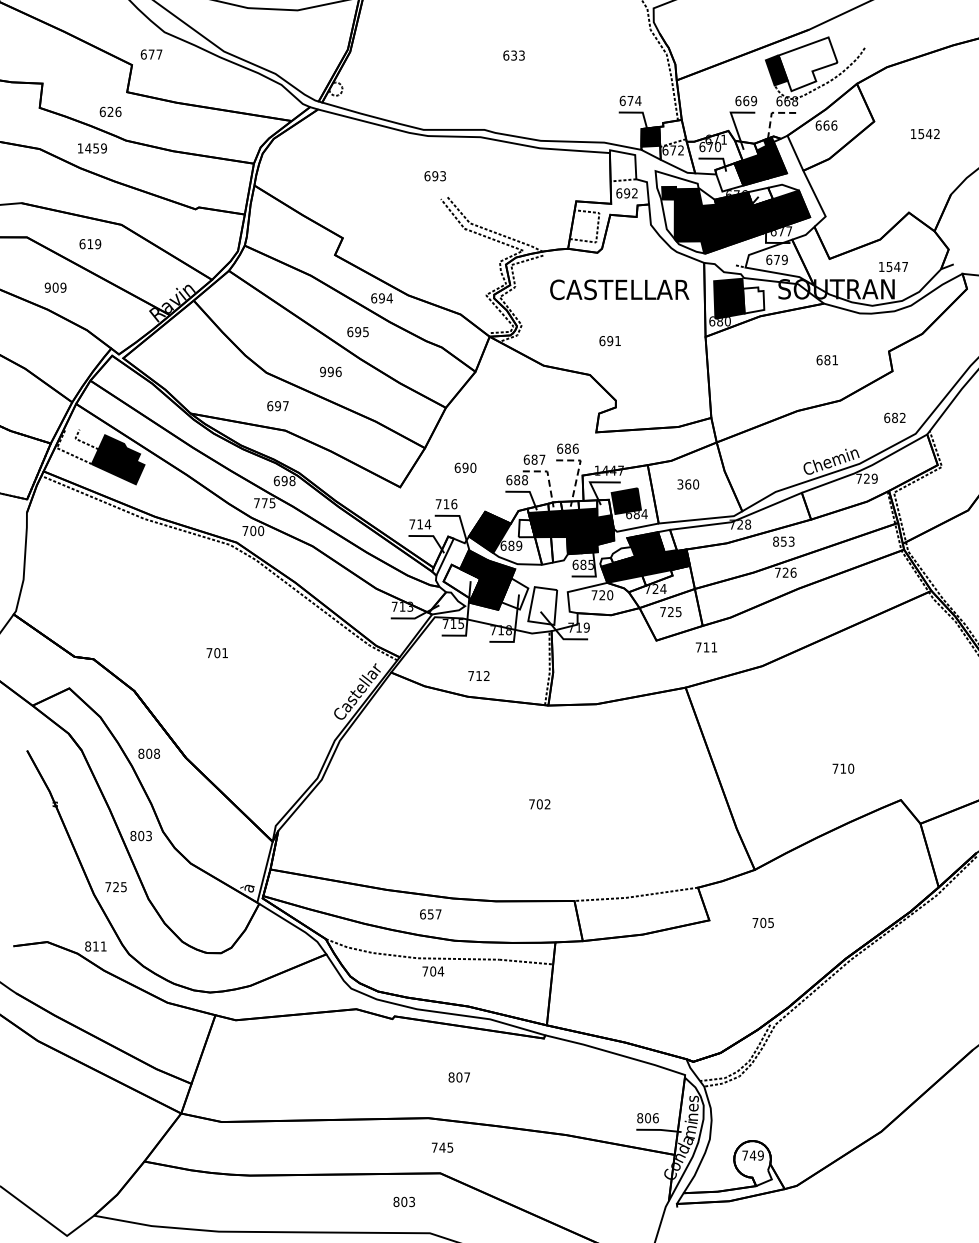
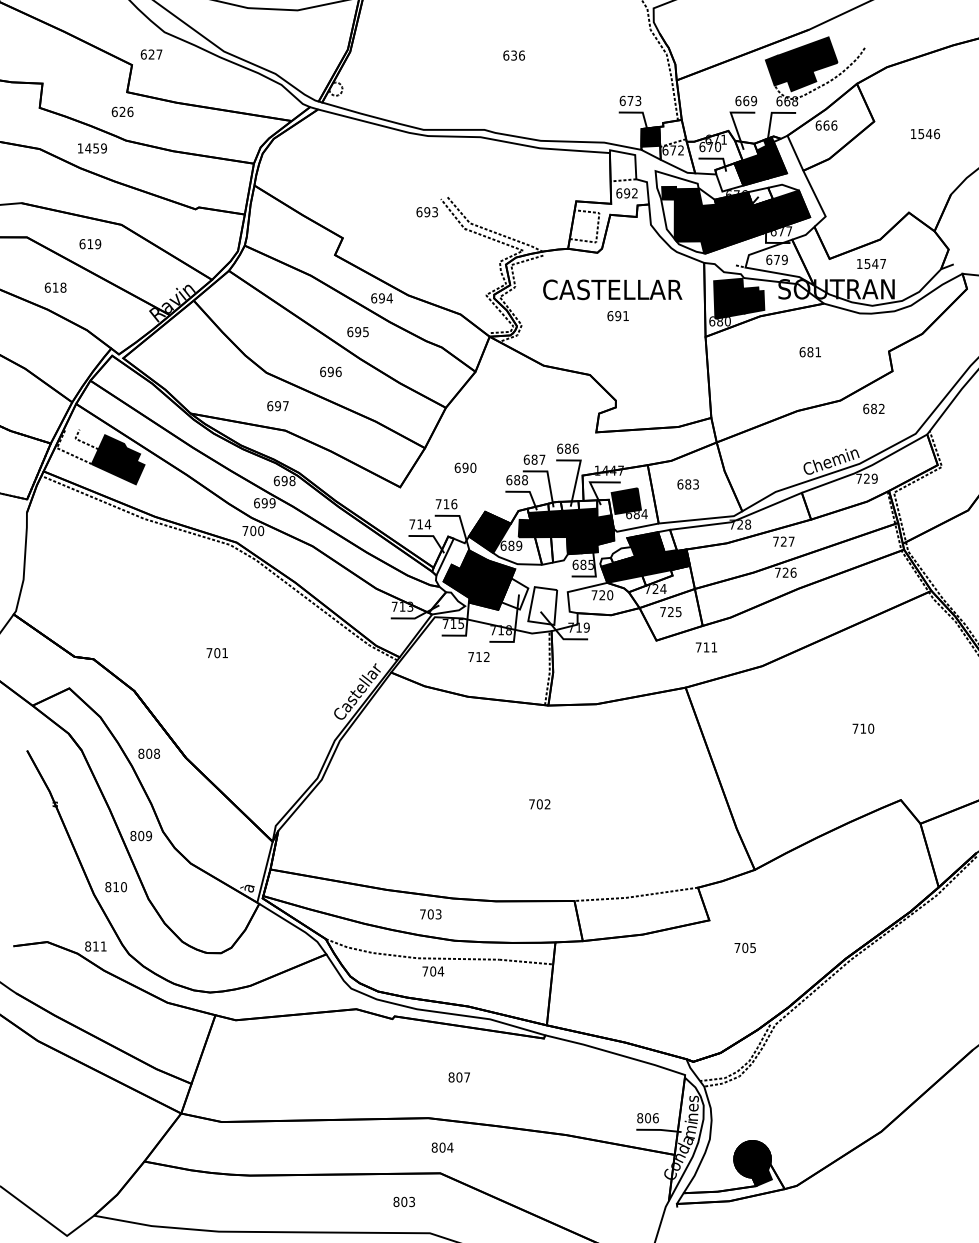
text at (151, 54): 677 -> 627
text at (521, 55): 633 -> 636
fill at (807, 64): none -> present
text at (638, 100): 674 -> 673
text at (110, 111) position: (110, 111) -> (122, 111)
line at (771, 114): dashed -> solid
text at (937, 134): 1542 -> 1546
text at (434, 176) position: (434, 176) -> (426, 212)
text at (893, 266) position: (893, 266) -> (871, 263)
text at (55, 287): 909 -> 618
text at (619, 289) position: (619, 289) -> (612, 289)
fill at (753, 300): none -> present
text at (609, 341) position: (609, 341) -> (617, 316)
text at (826, 360) position: (826, 360) -> (809, 352)
text at (323, 371): 996 -> 696
text at (894, 417) position: (894, 417) -> (873, 408)
line at (578, 471): dashed -> solid
line at (548, 477): dashed -> solid
text at (688, 484): 360 -> 683
text at (264, 503): 775 -> 699
fill at (526, 528): none -> present
text at (783, 541): 853 -> 727
fill at (461, 581): none -> present
text at (478, 675) position: (478, 675) -> (478, 656)
text at (843, 768) position: (843, 768) -> (863, 728)
text at (149, 835): 803 -> 809
text at (115, 887): 725 -> 810
text at (430, 914): 657 -> 703
text at (762, 922) position: (762, 922) -> (744, 947)
text at (442, 1147): 745 -> 804
fill at (752, 1163): none -> present
